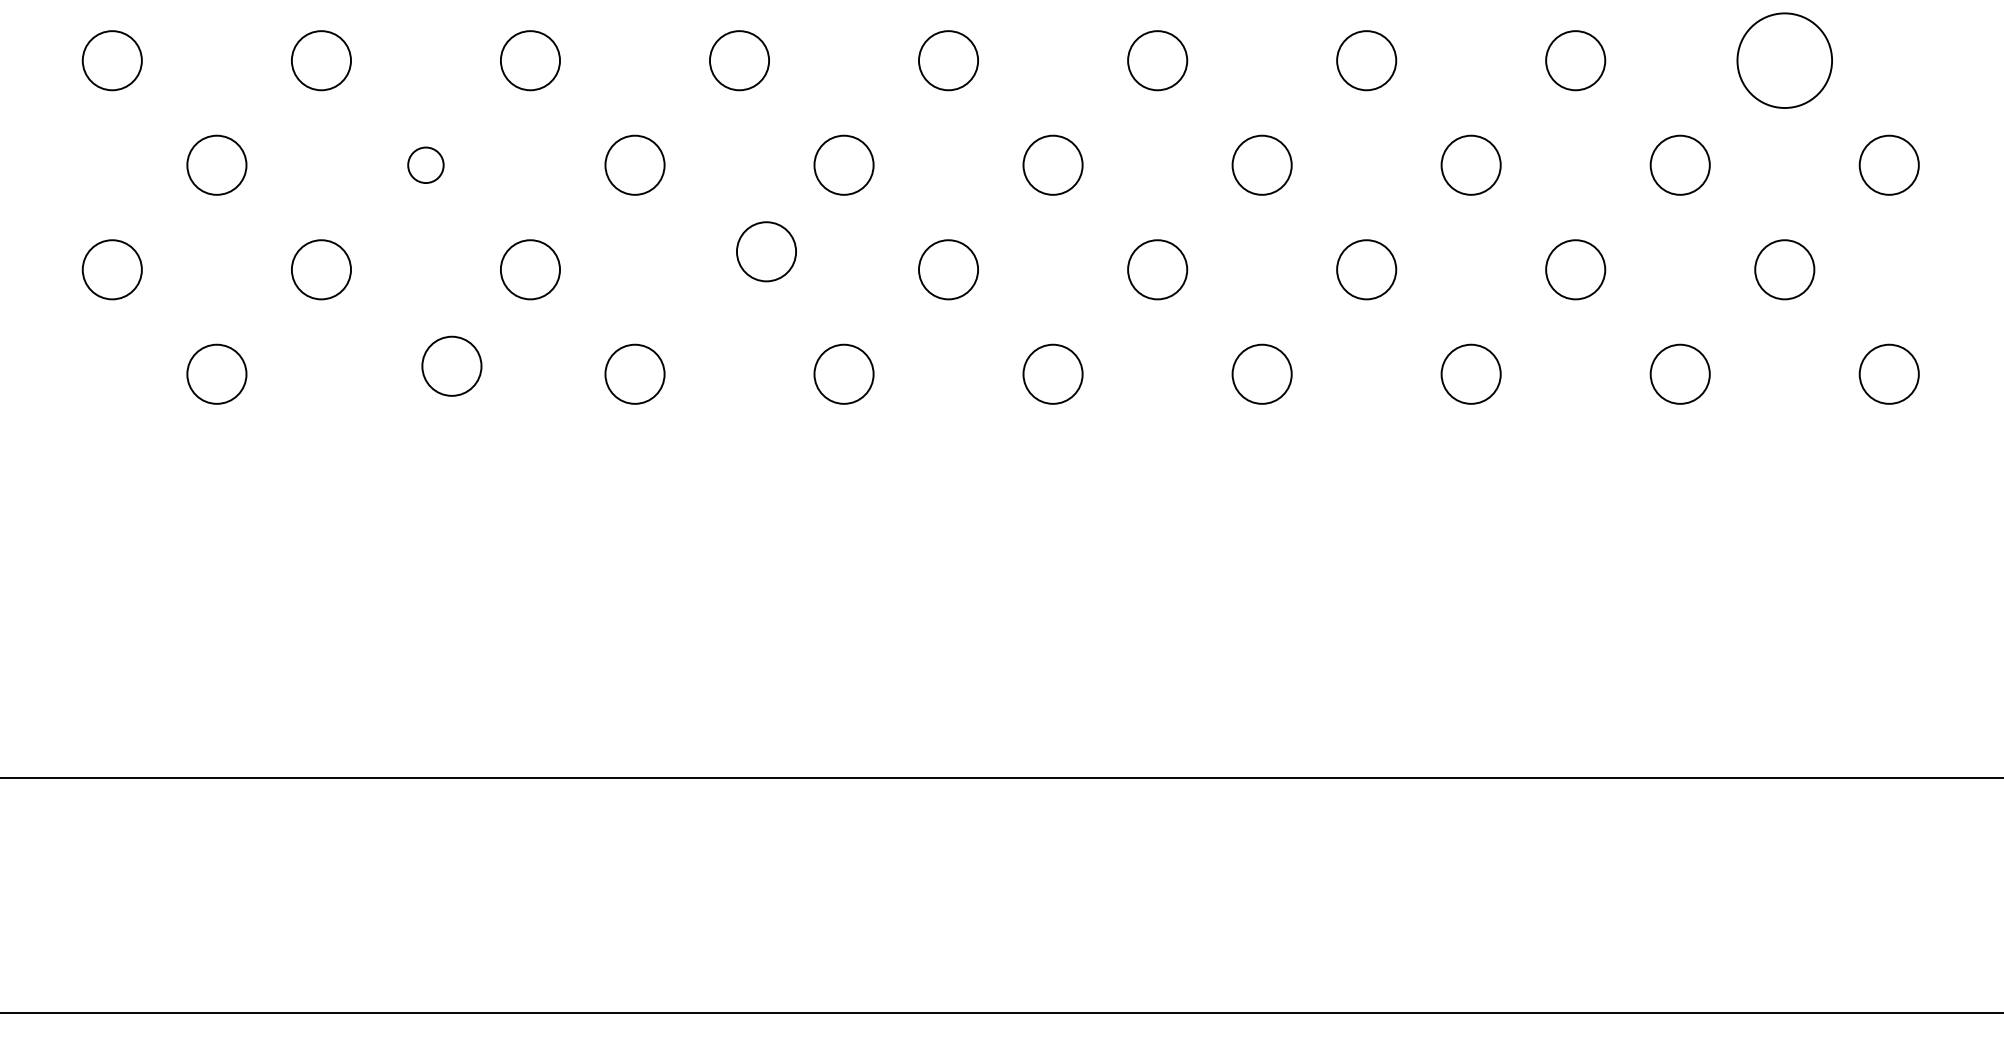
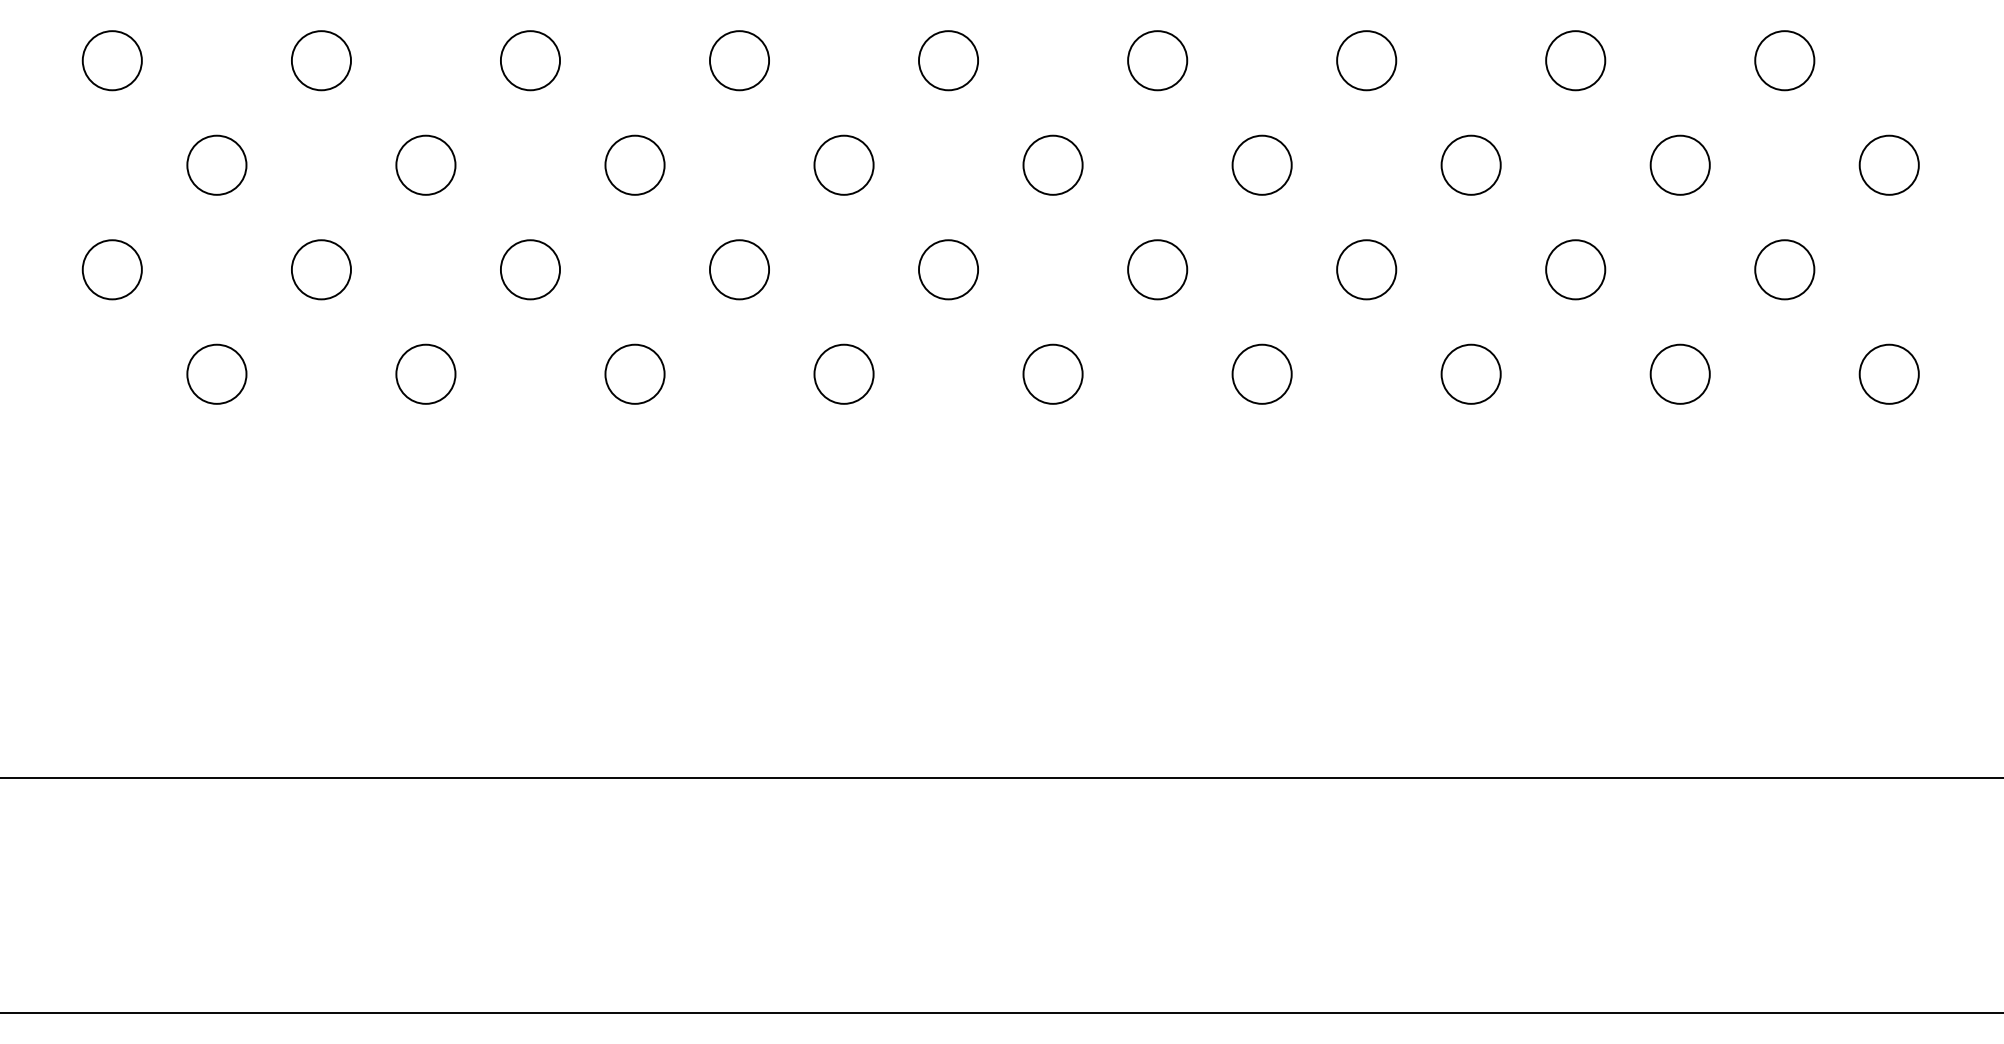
circle at (1784, 60) diameter: 95 px -> 59 px
circle at (425, 165) diameter: 35 px -> 59 px
circle at (766, 251) position: (766, 251) -> (739, 269)
circle at (451, 365) position: (451, 365) -> (425, 373)
